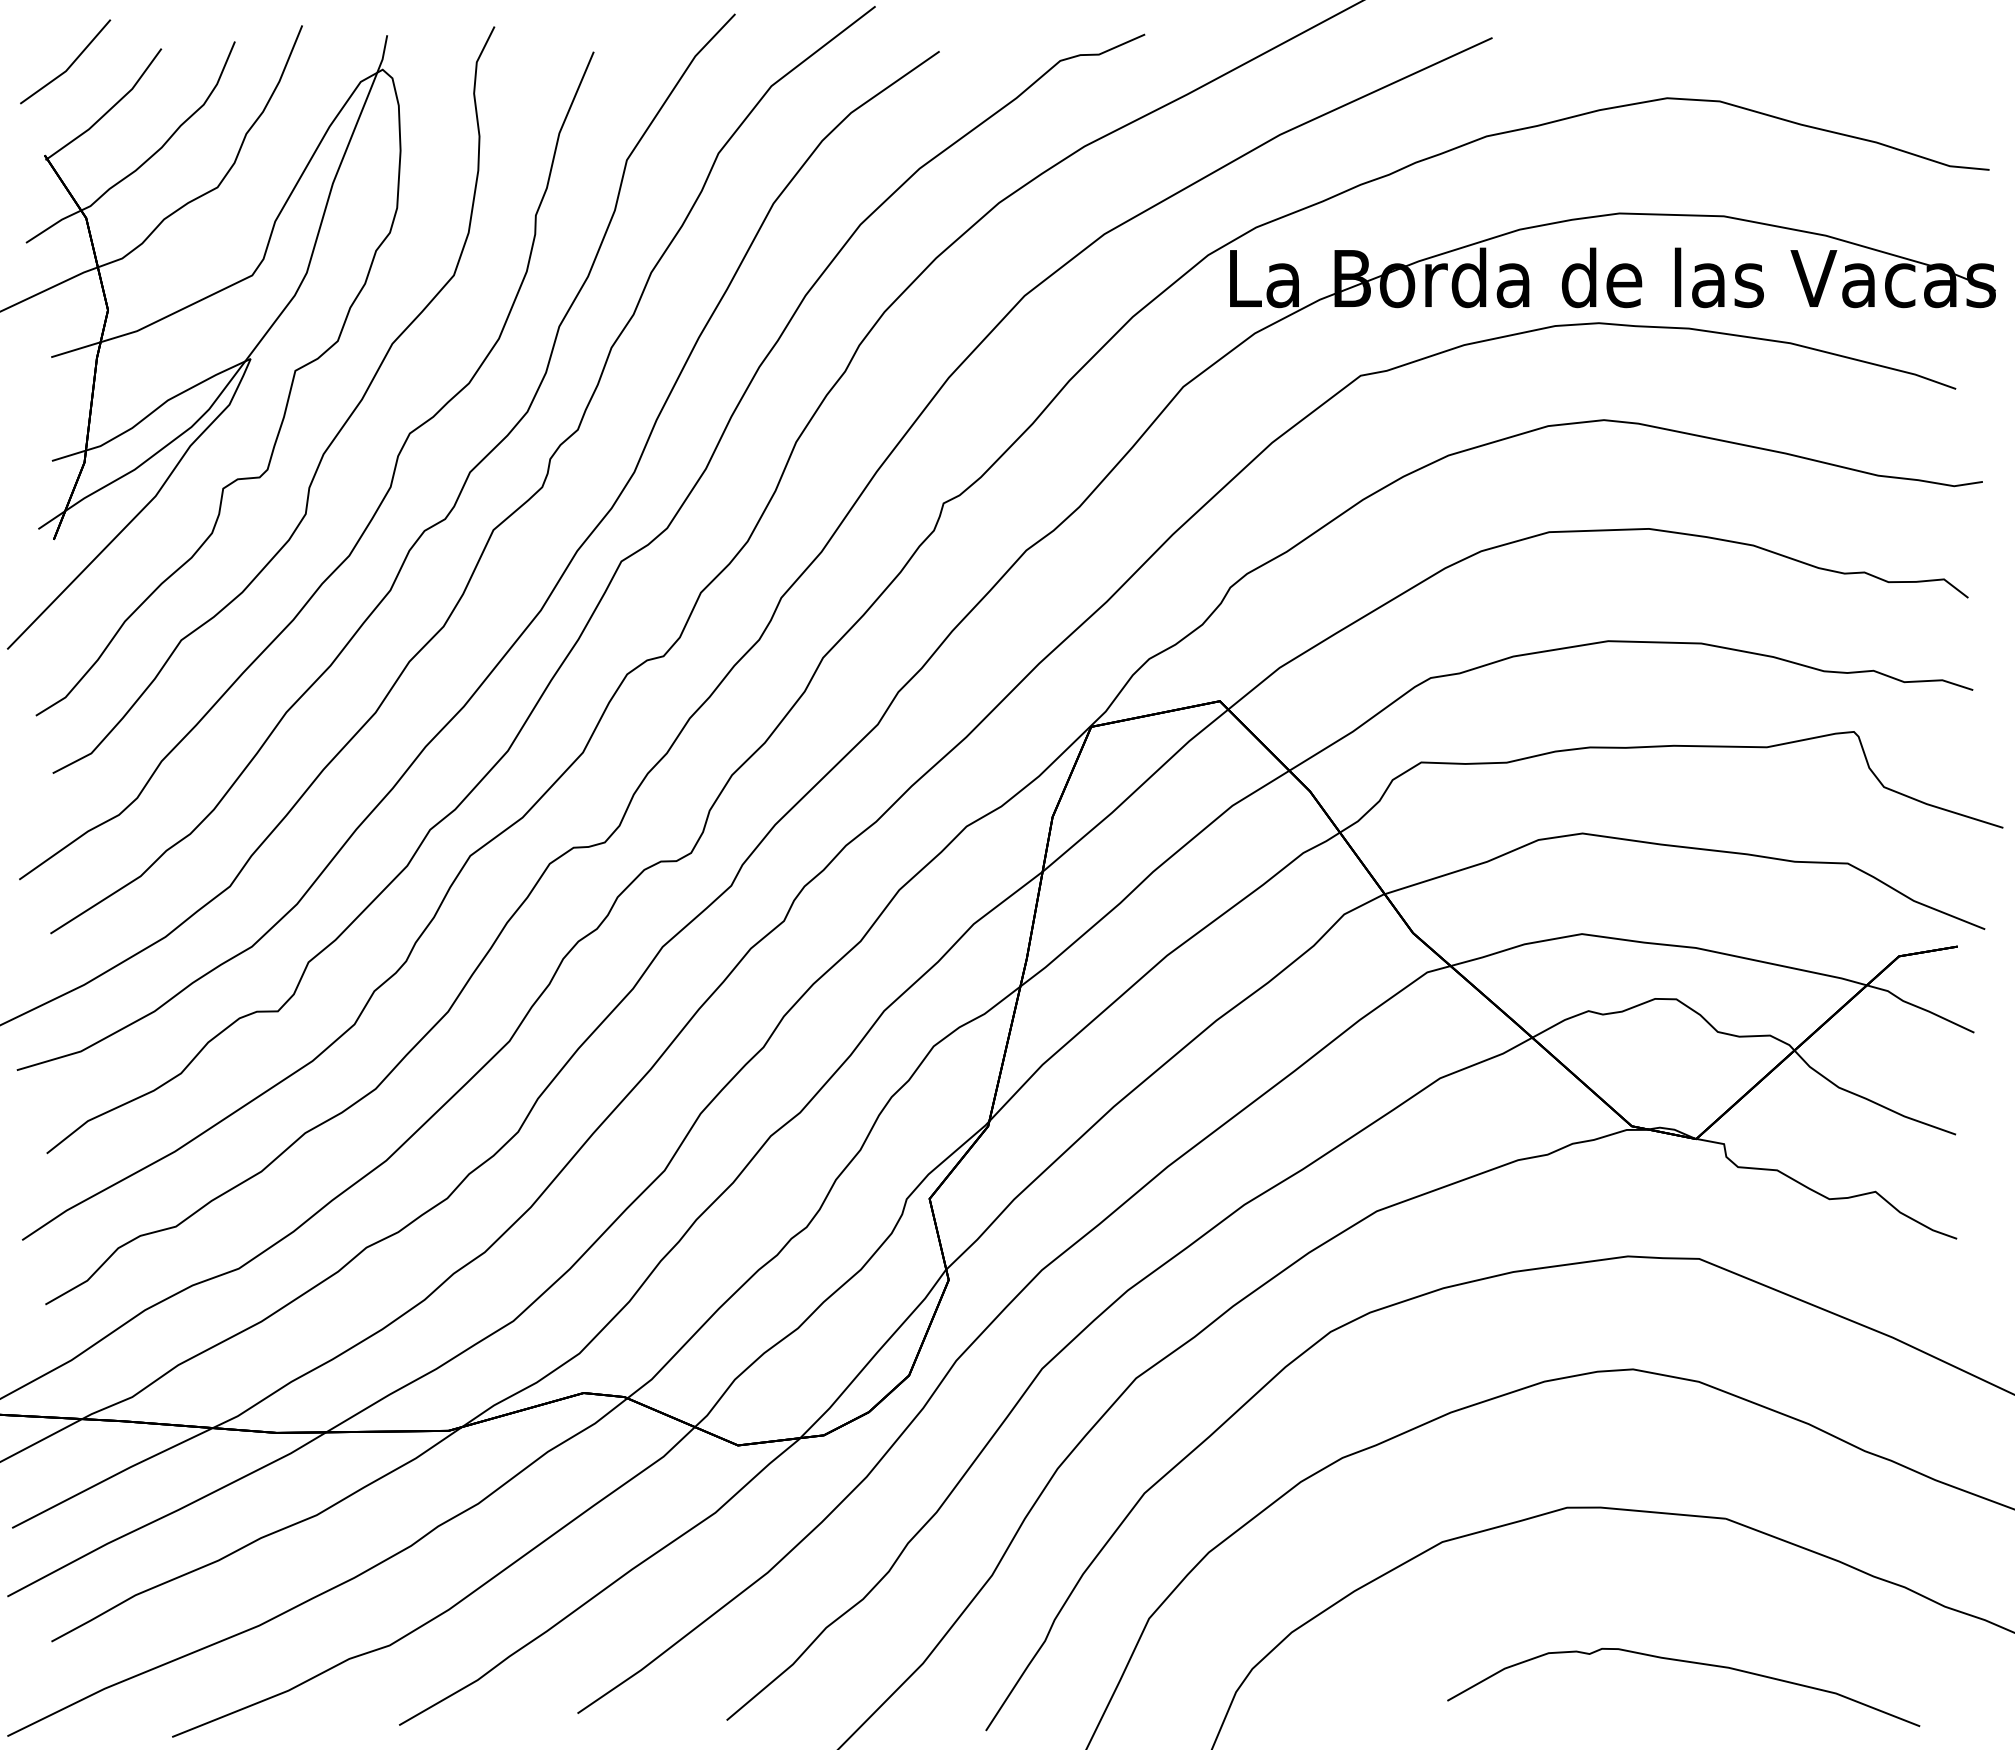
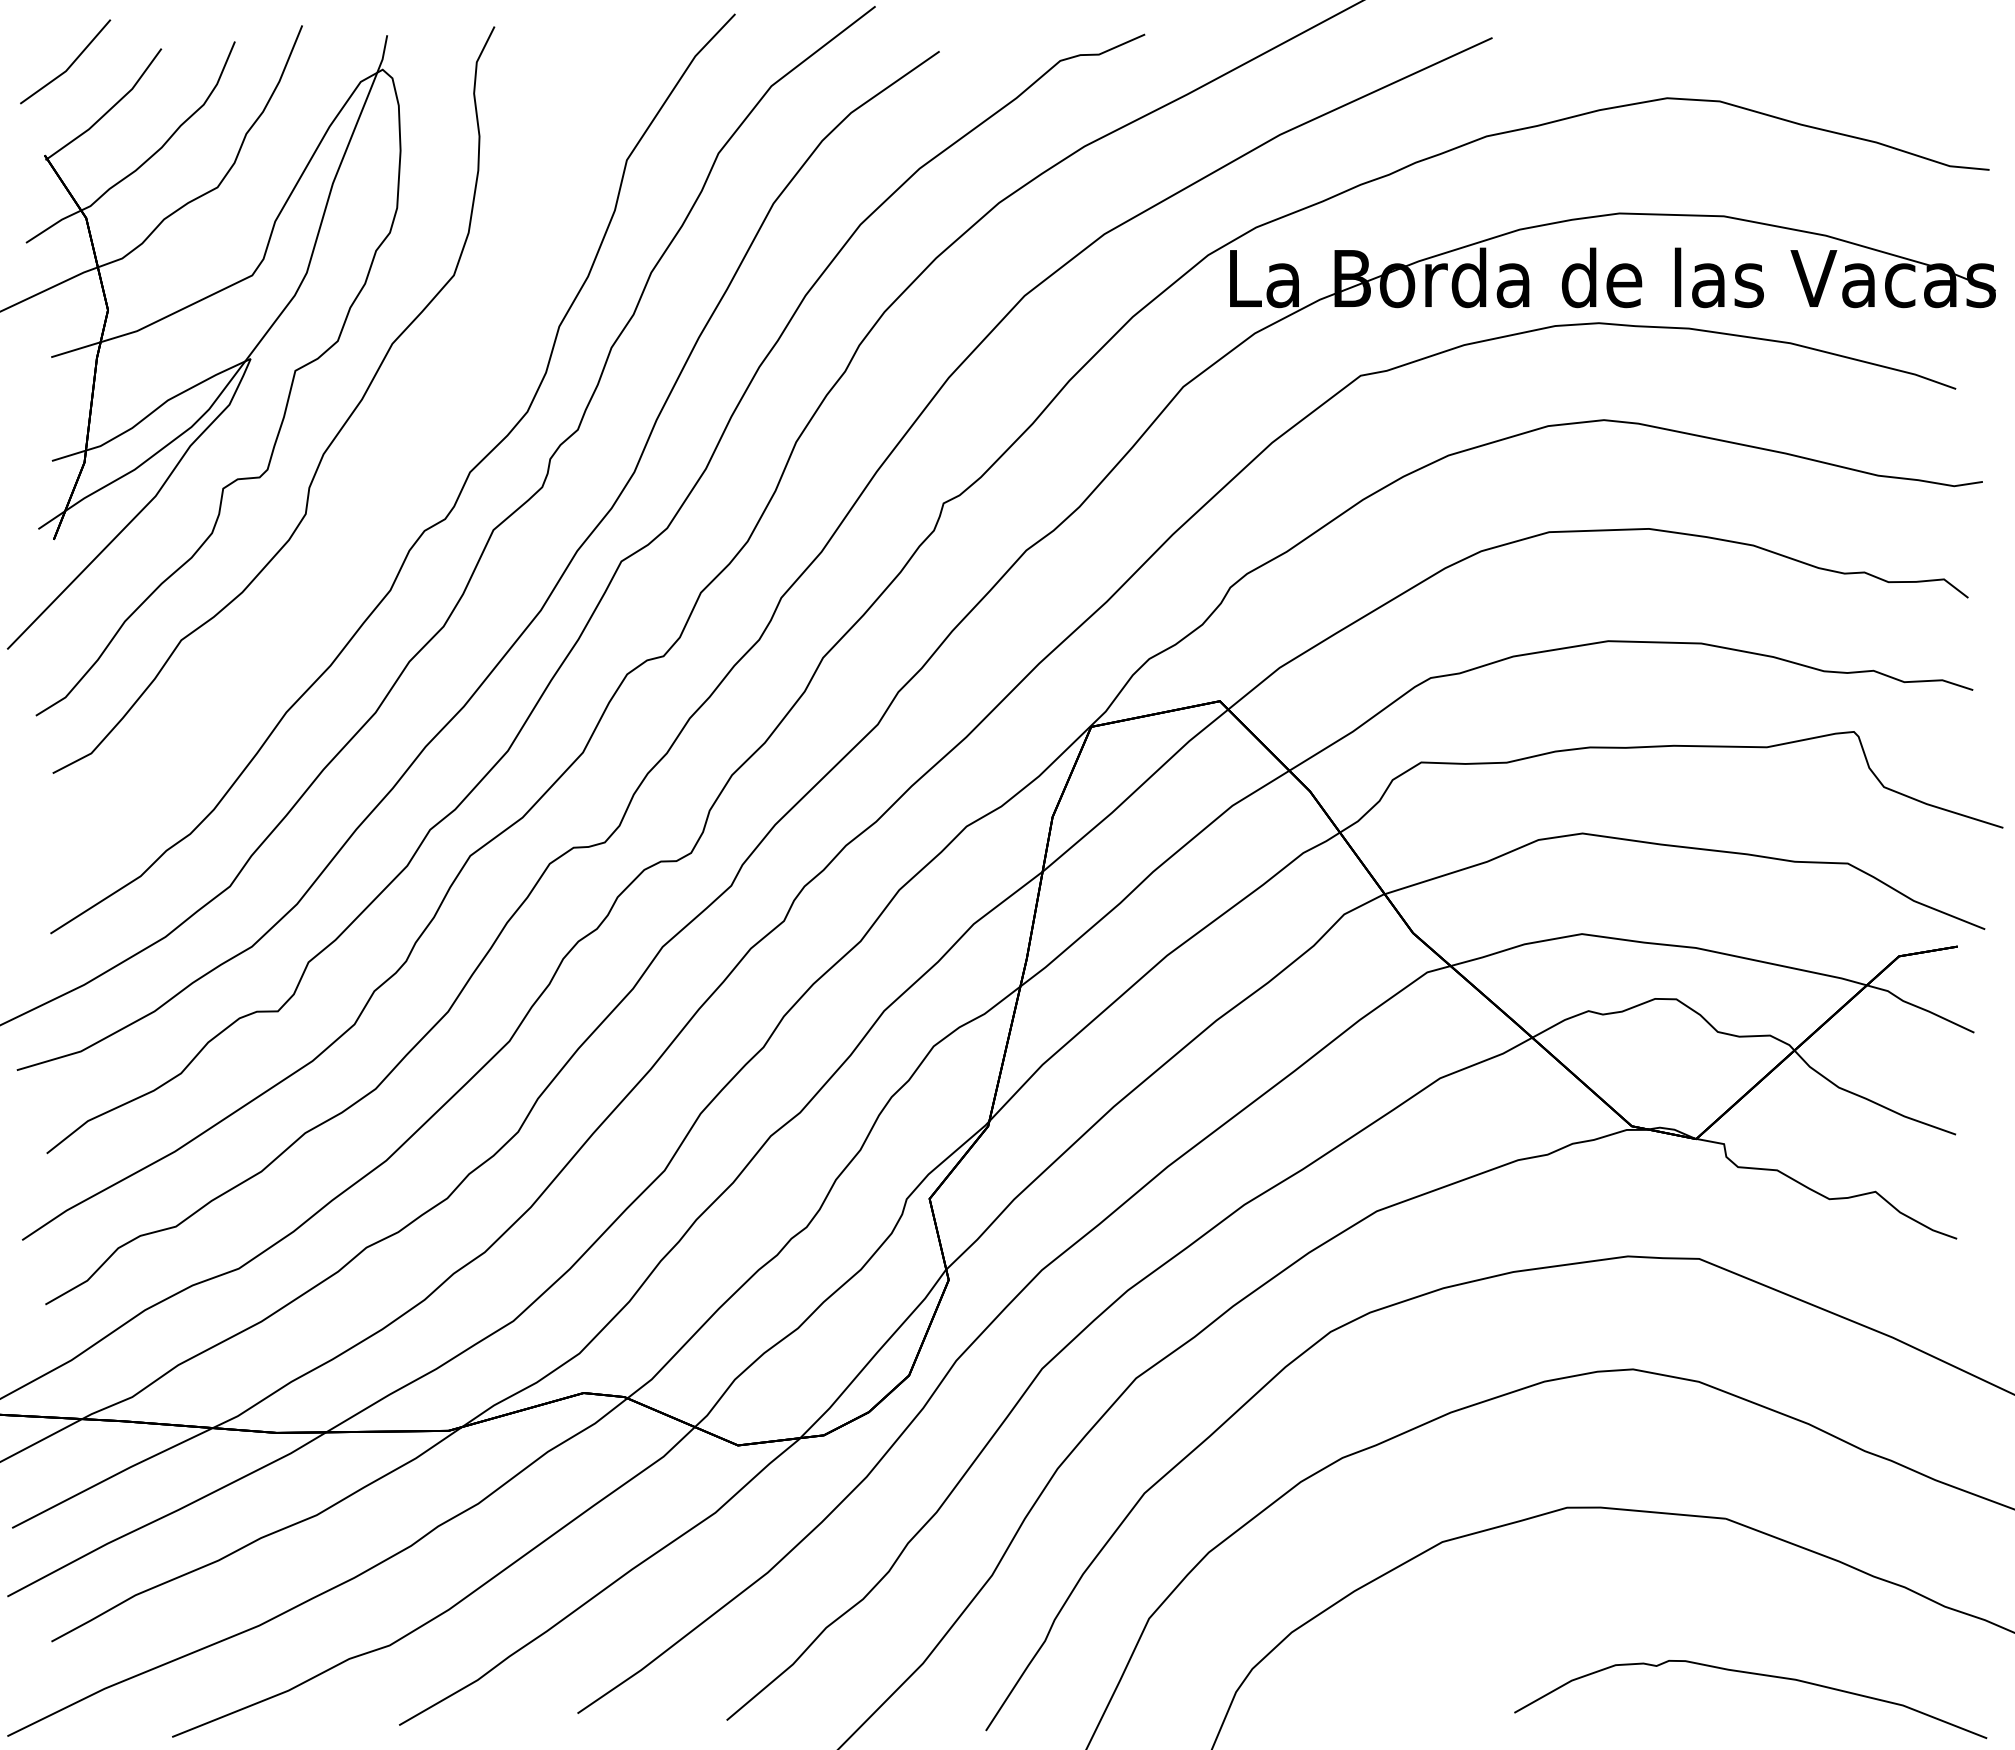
curve at (378, 505): present -> none
curve at (1684, 1662) position: (1684, 1662) -> (1751, 1674)
